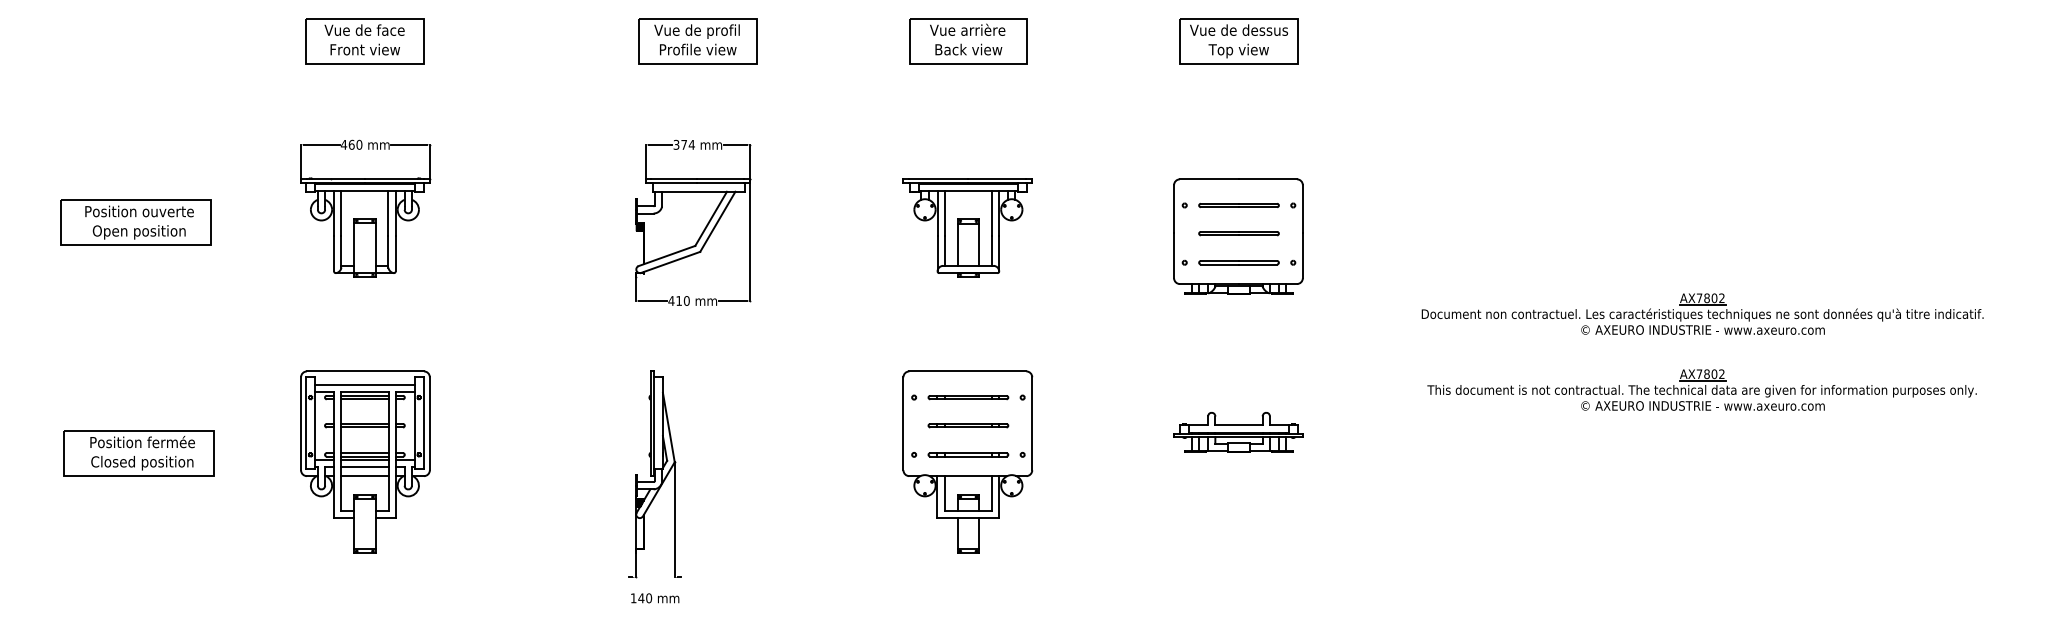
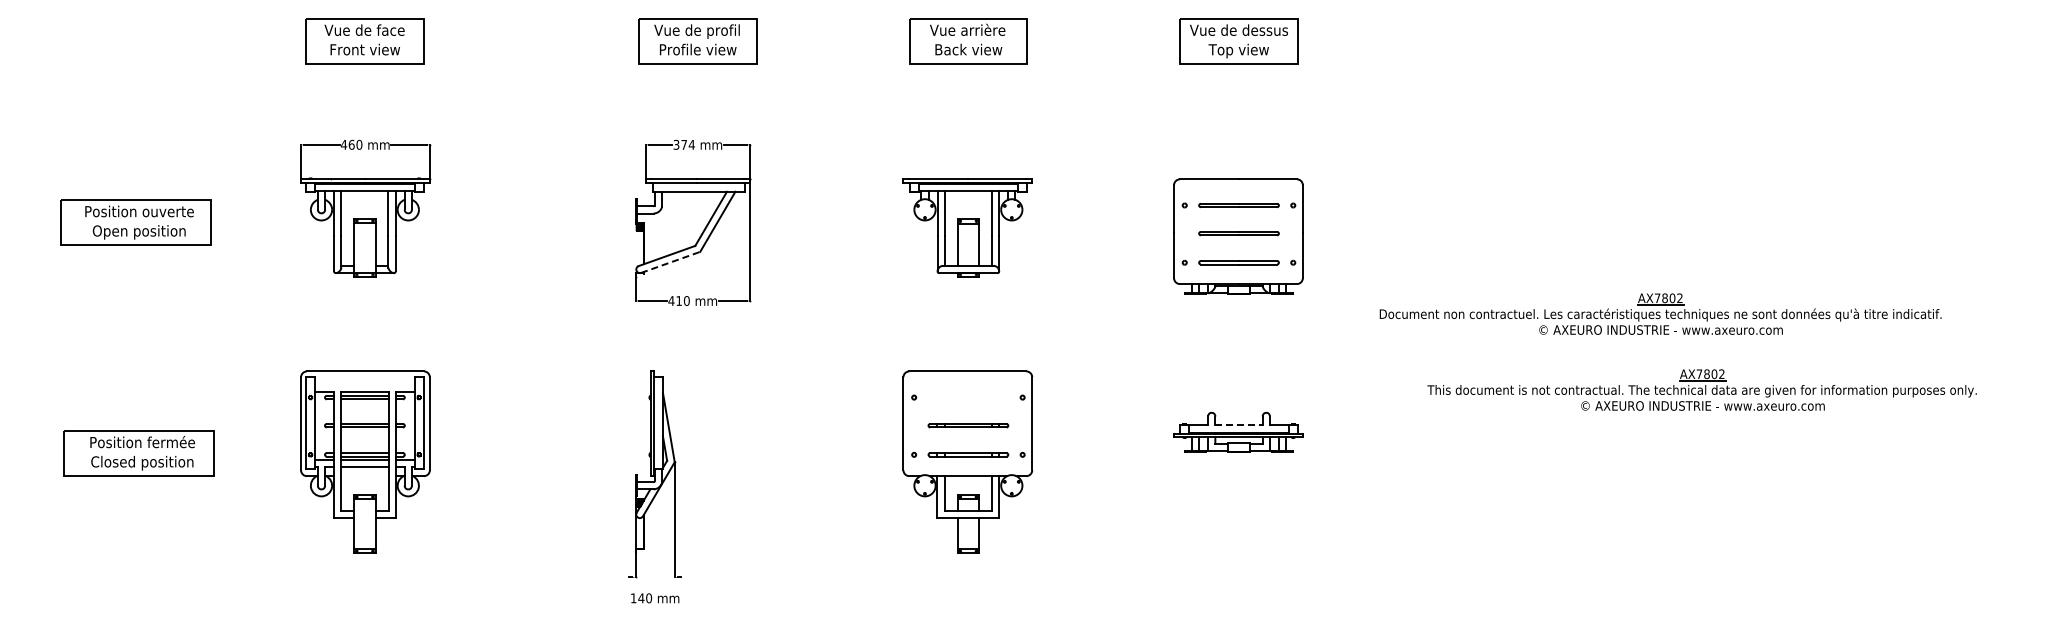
line at (671, 262): solid -> dashed
part at (1702, 313) position: (1702, 313) -> (1660, 313)
line at (364, 384): present -> none
part at (968, 397): present -> none
line at (1239, 425): solid -> dashed
line at (364, 476): present -> none
